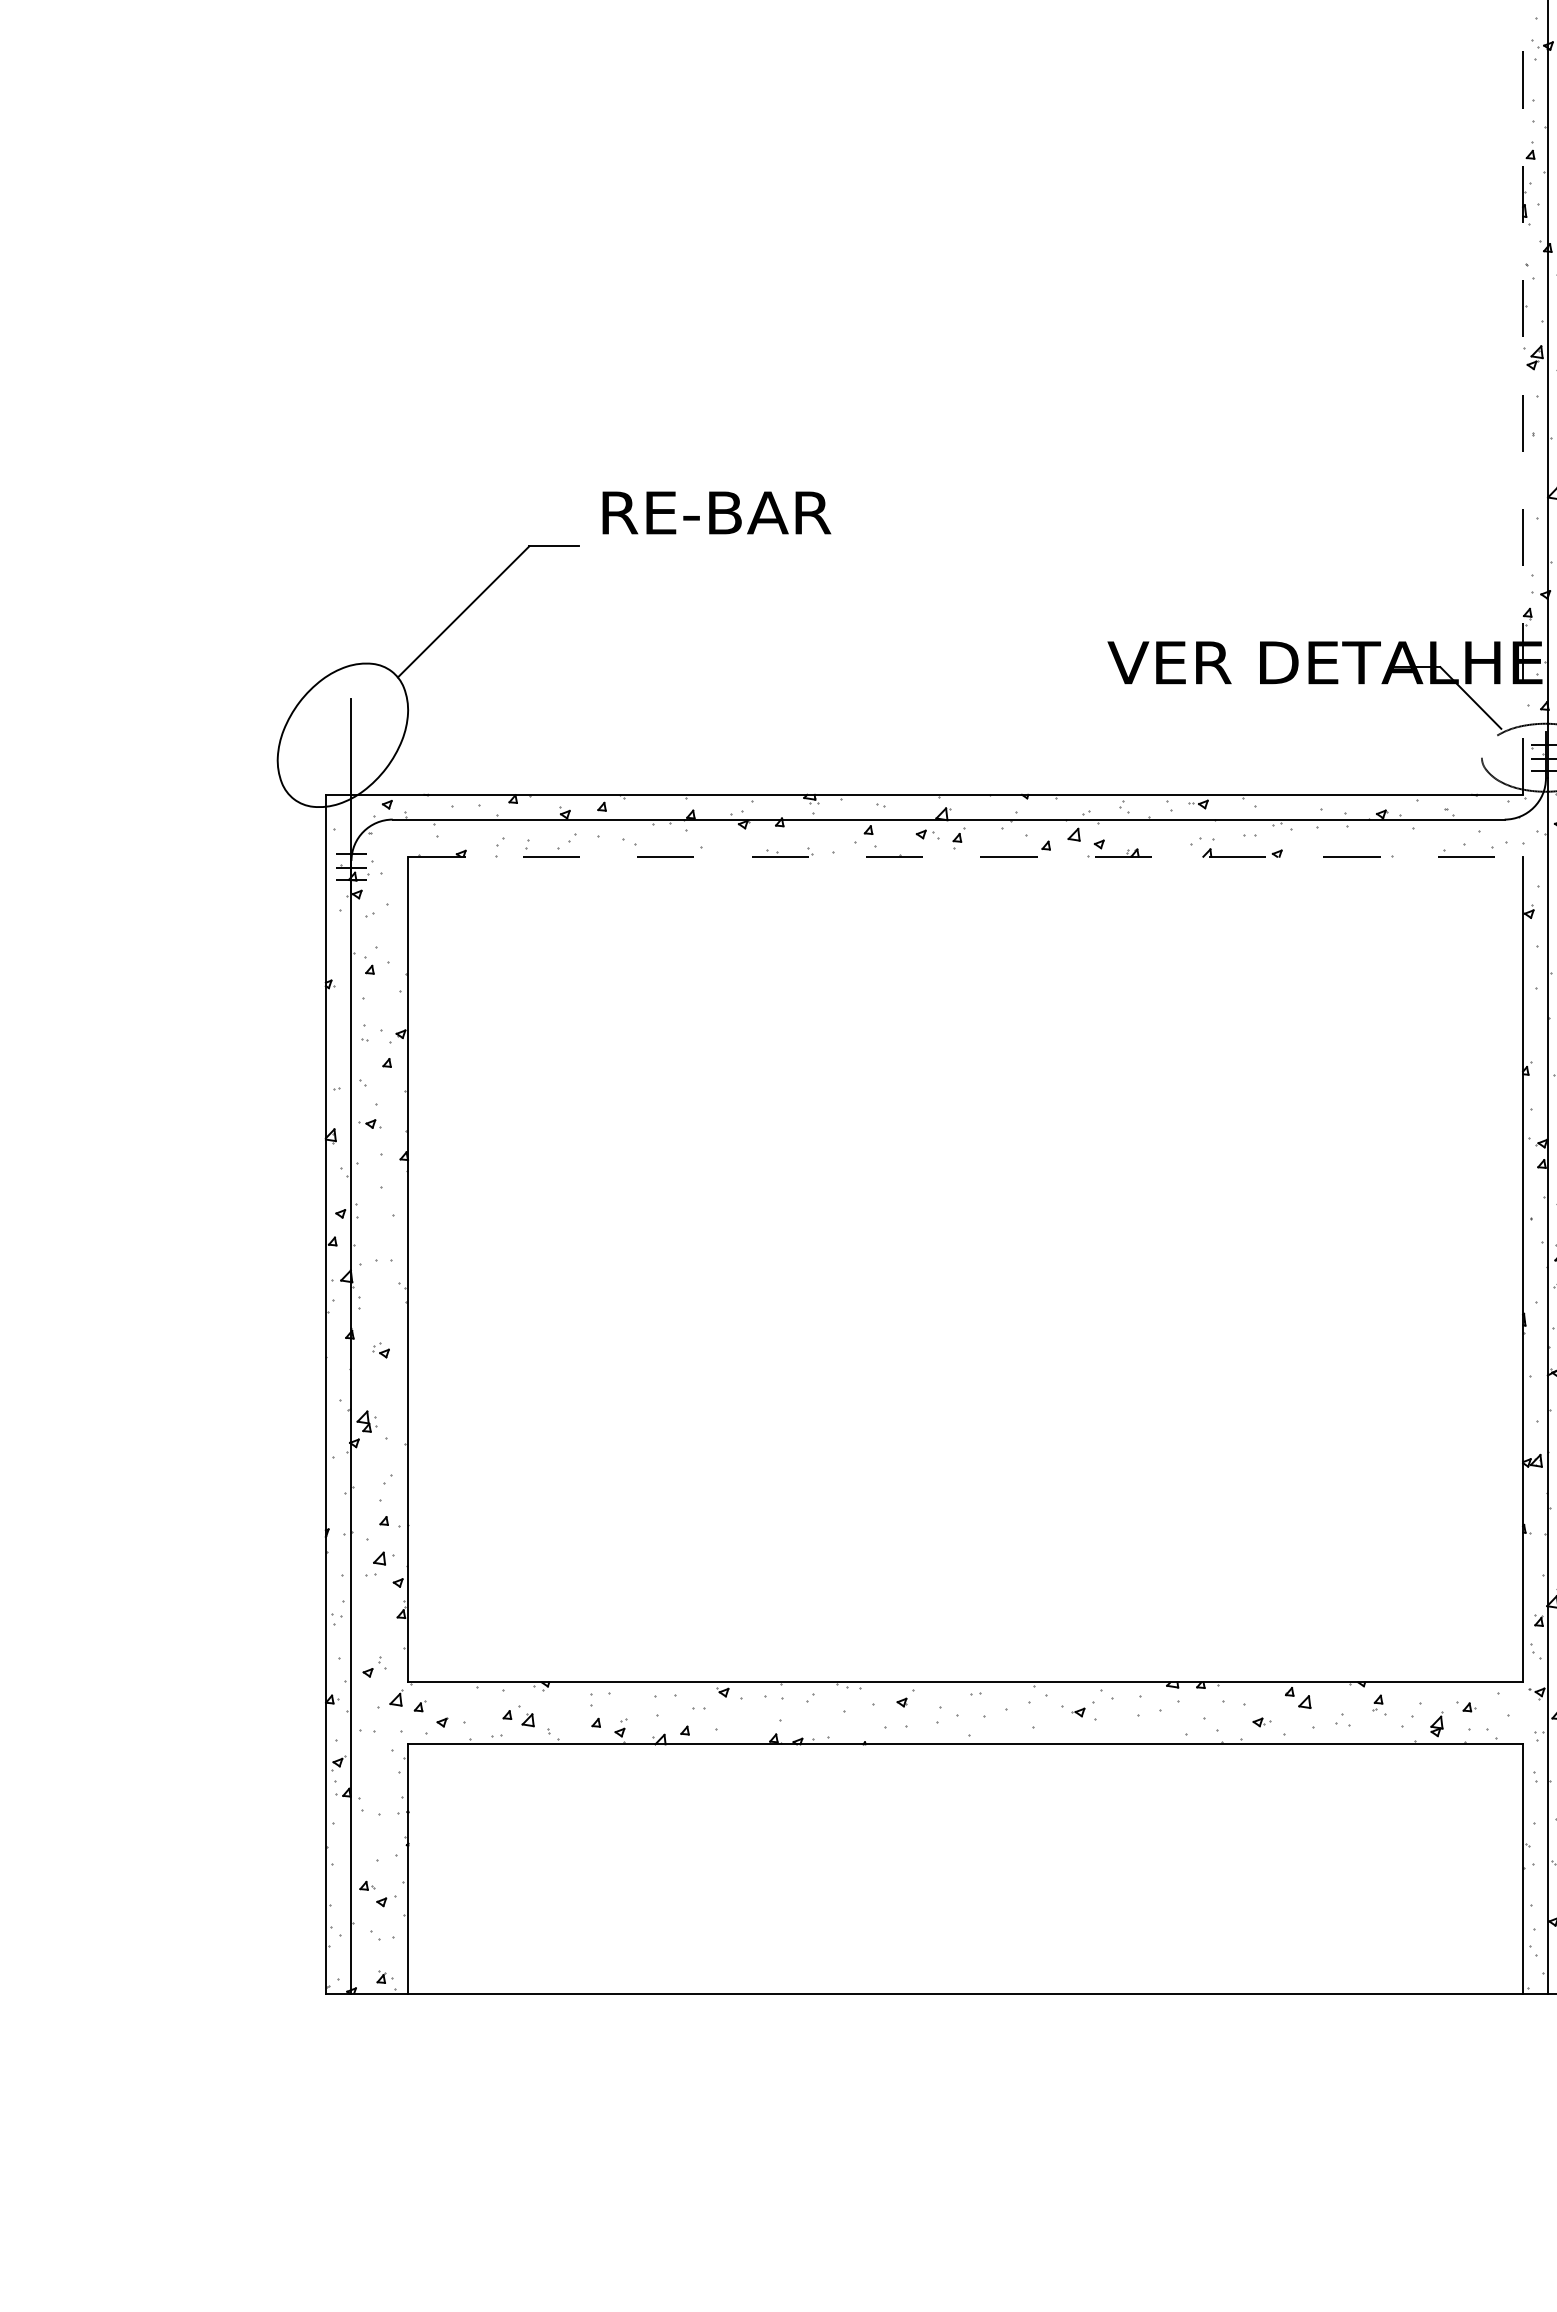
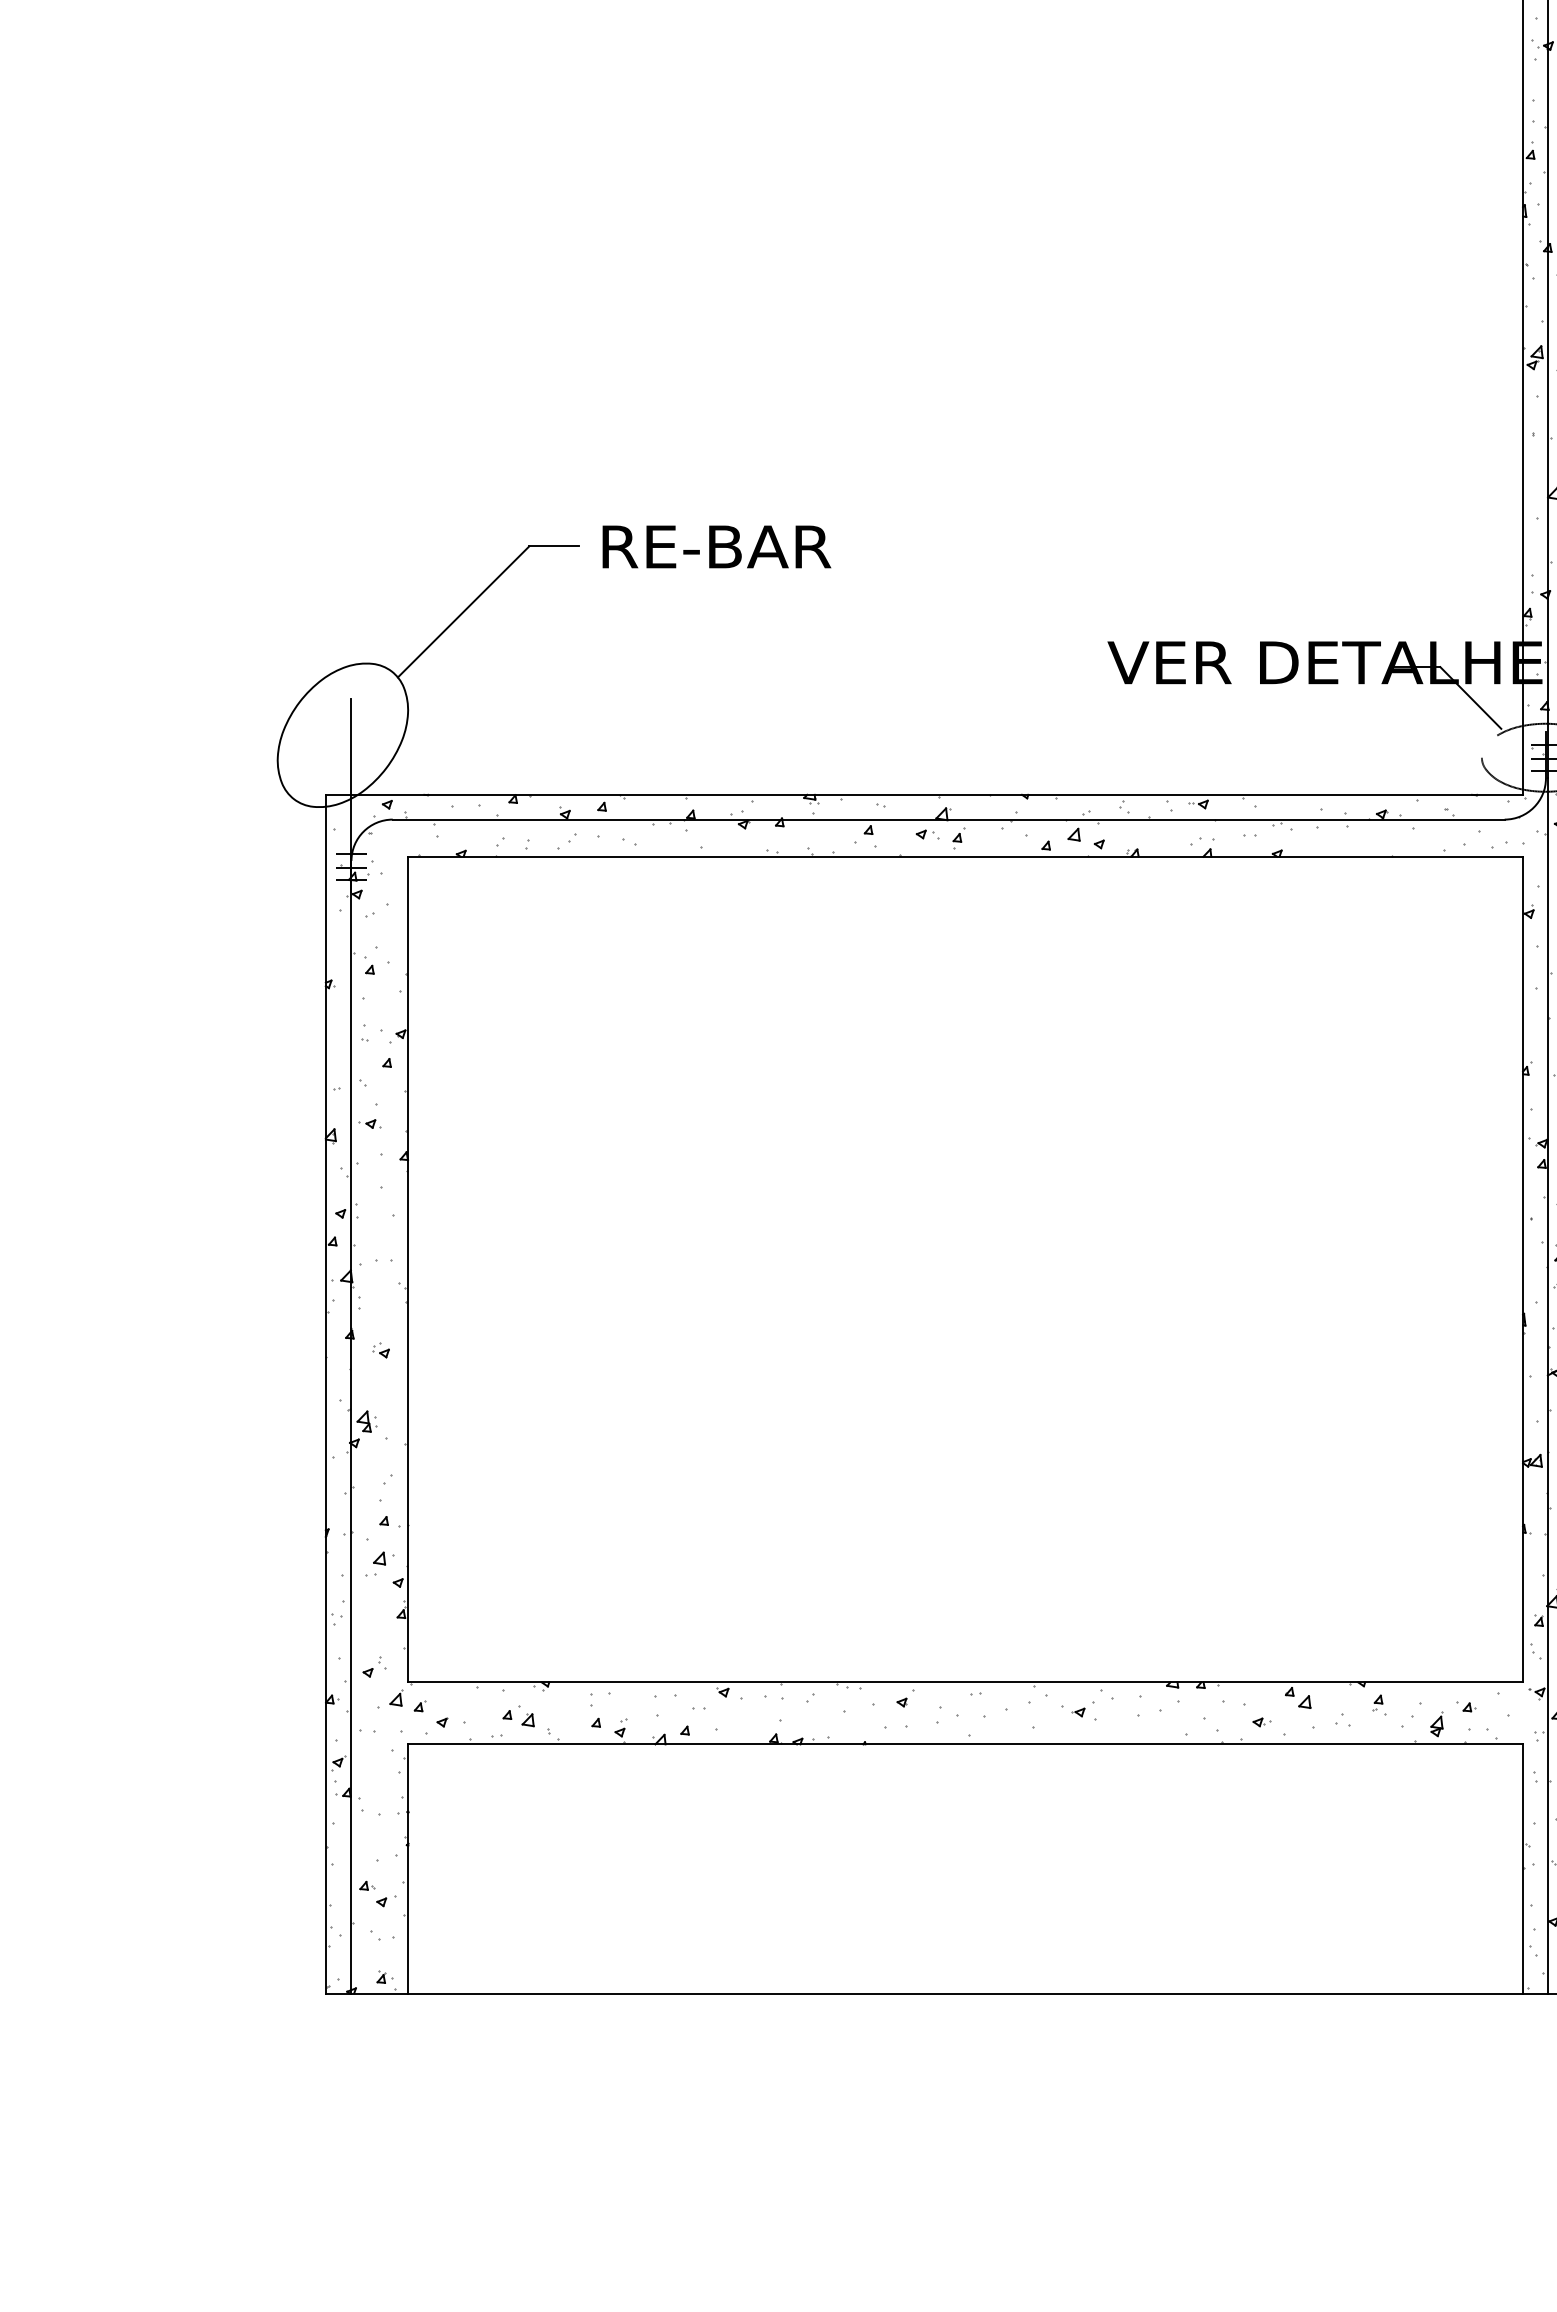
line at (1523, 397): dashed -> solid
text at (716, 512) position: (716, 512) -> (716, 546)
line at (966, 856): dashed -> solid
